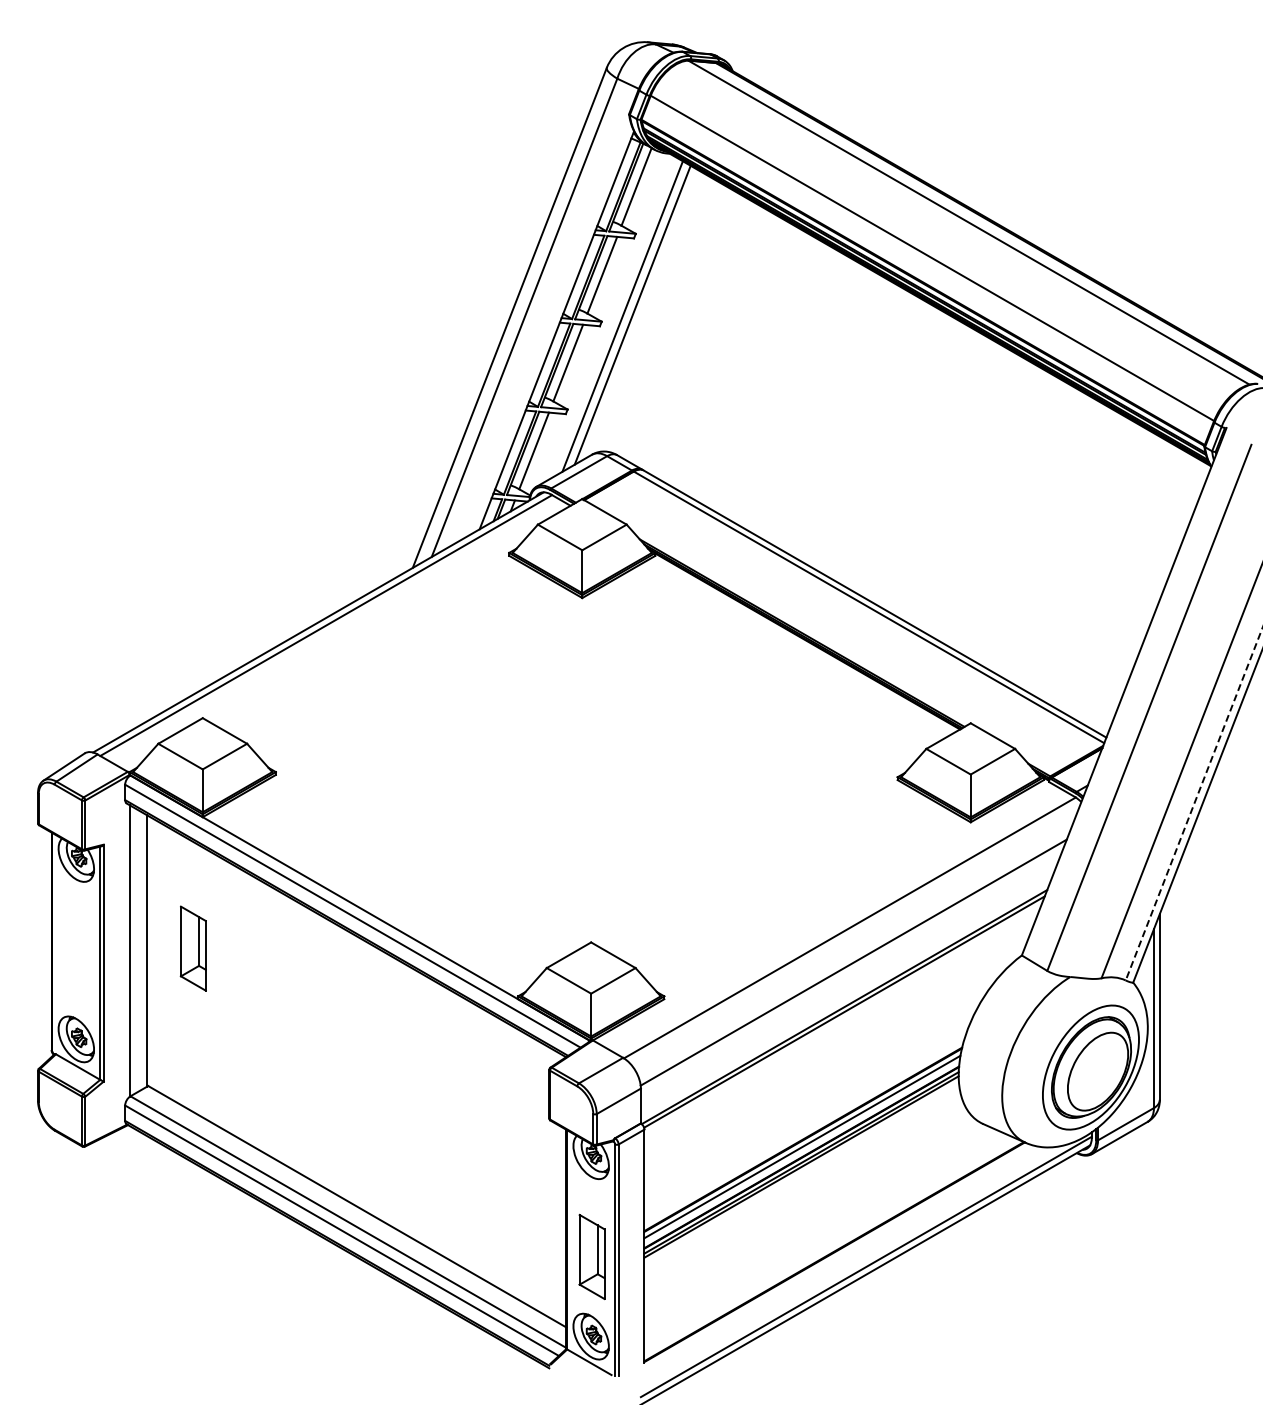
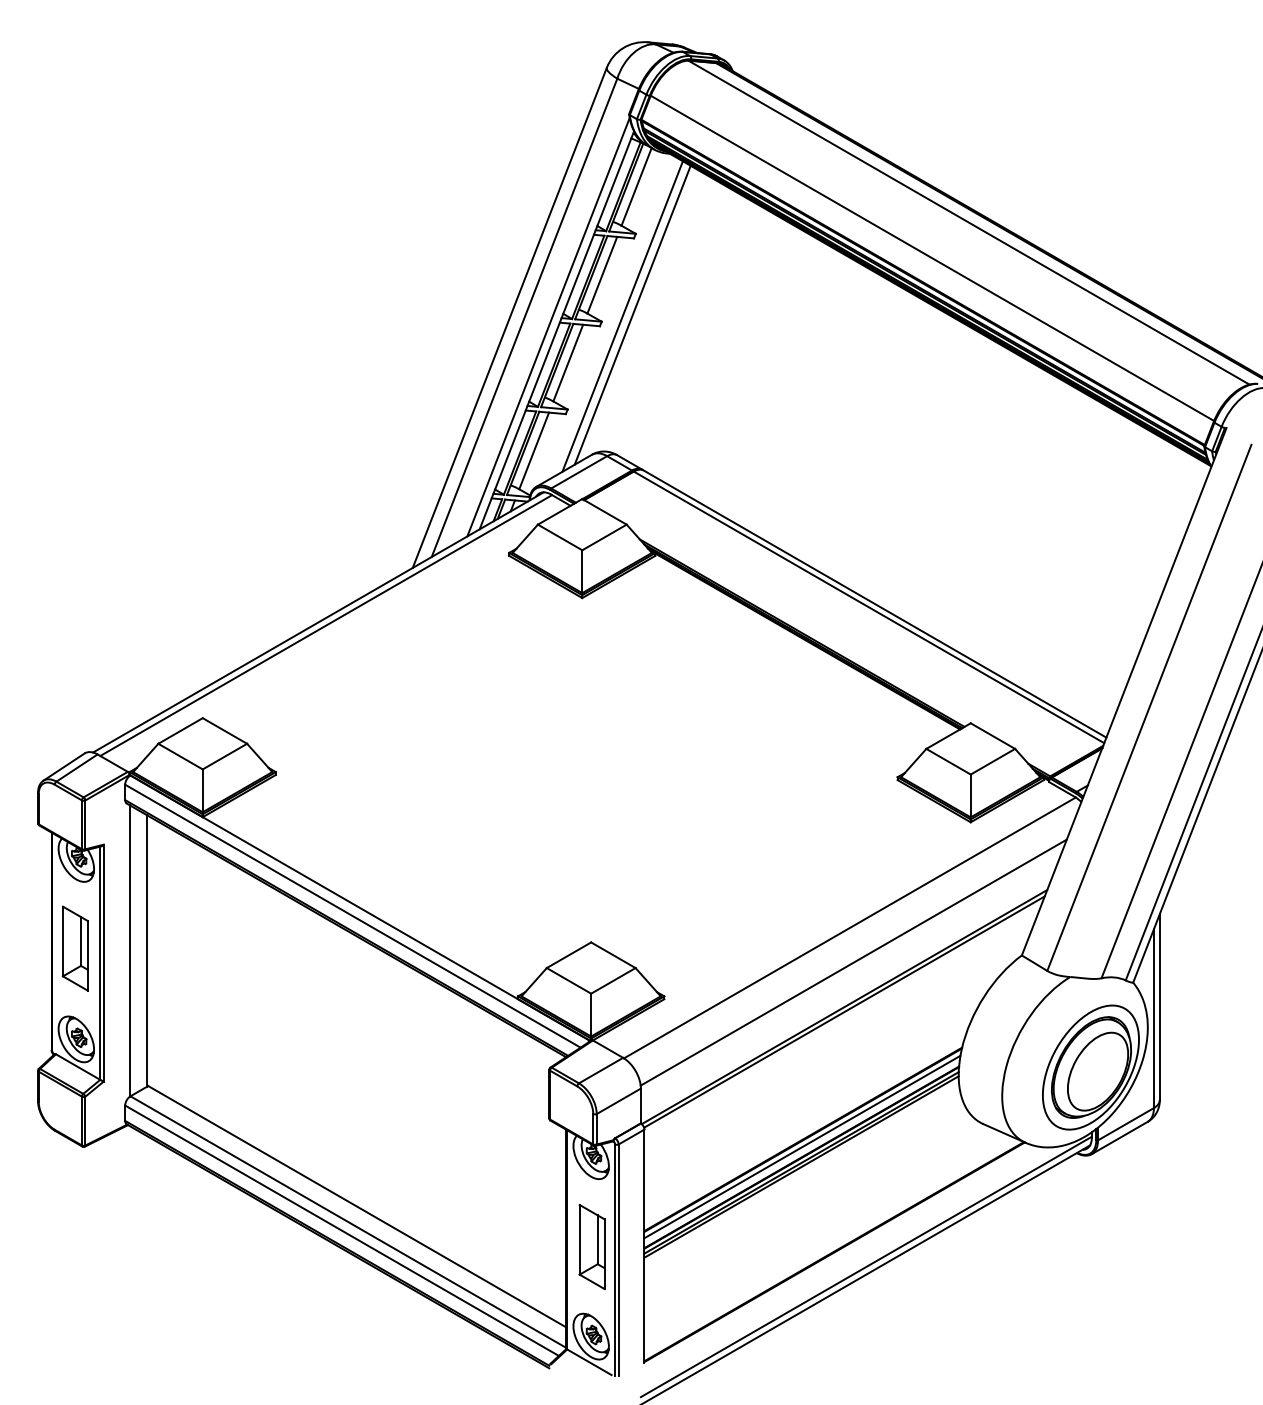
line at (548, 327): none -> present
line at (1194, 804): dashed -> solid
part at (192, 948) position: (192, 948) -> (74, 948)
part at (591, 1256) position: (591, 1256) -> (591, 1246)
